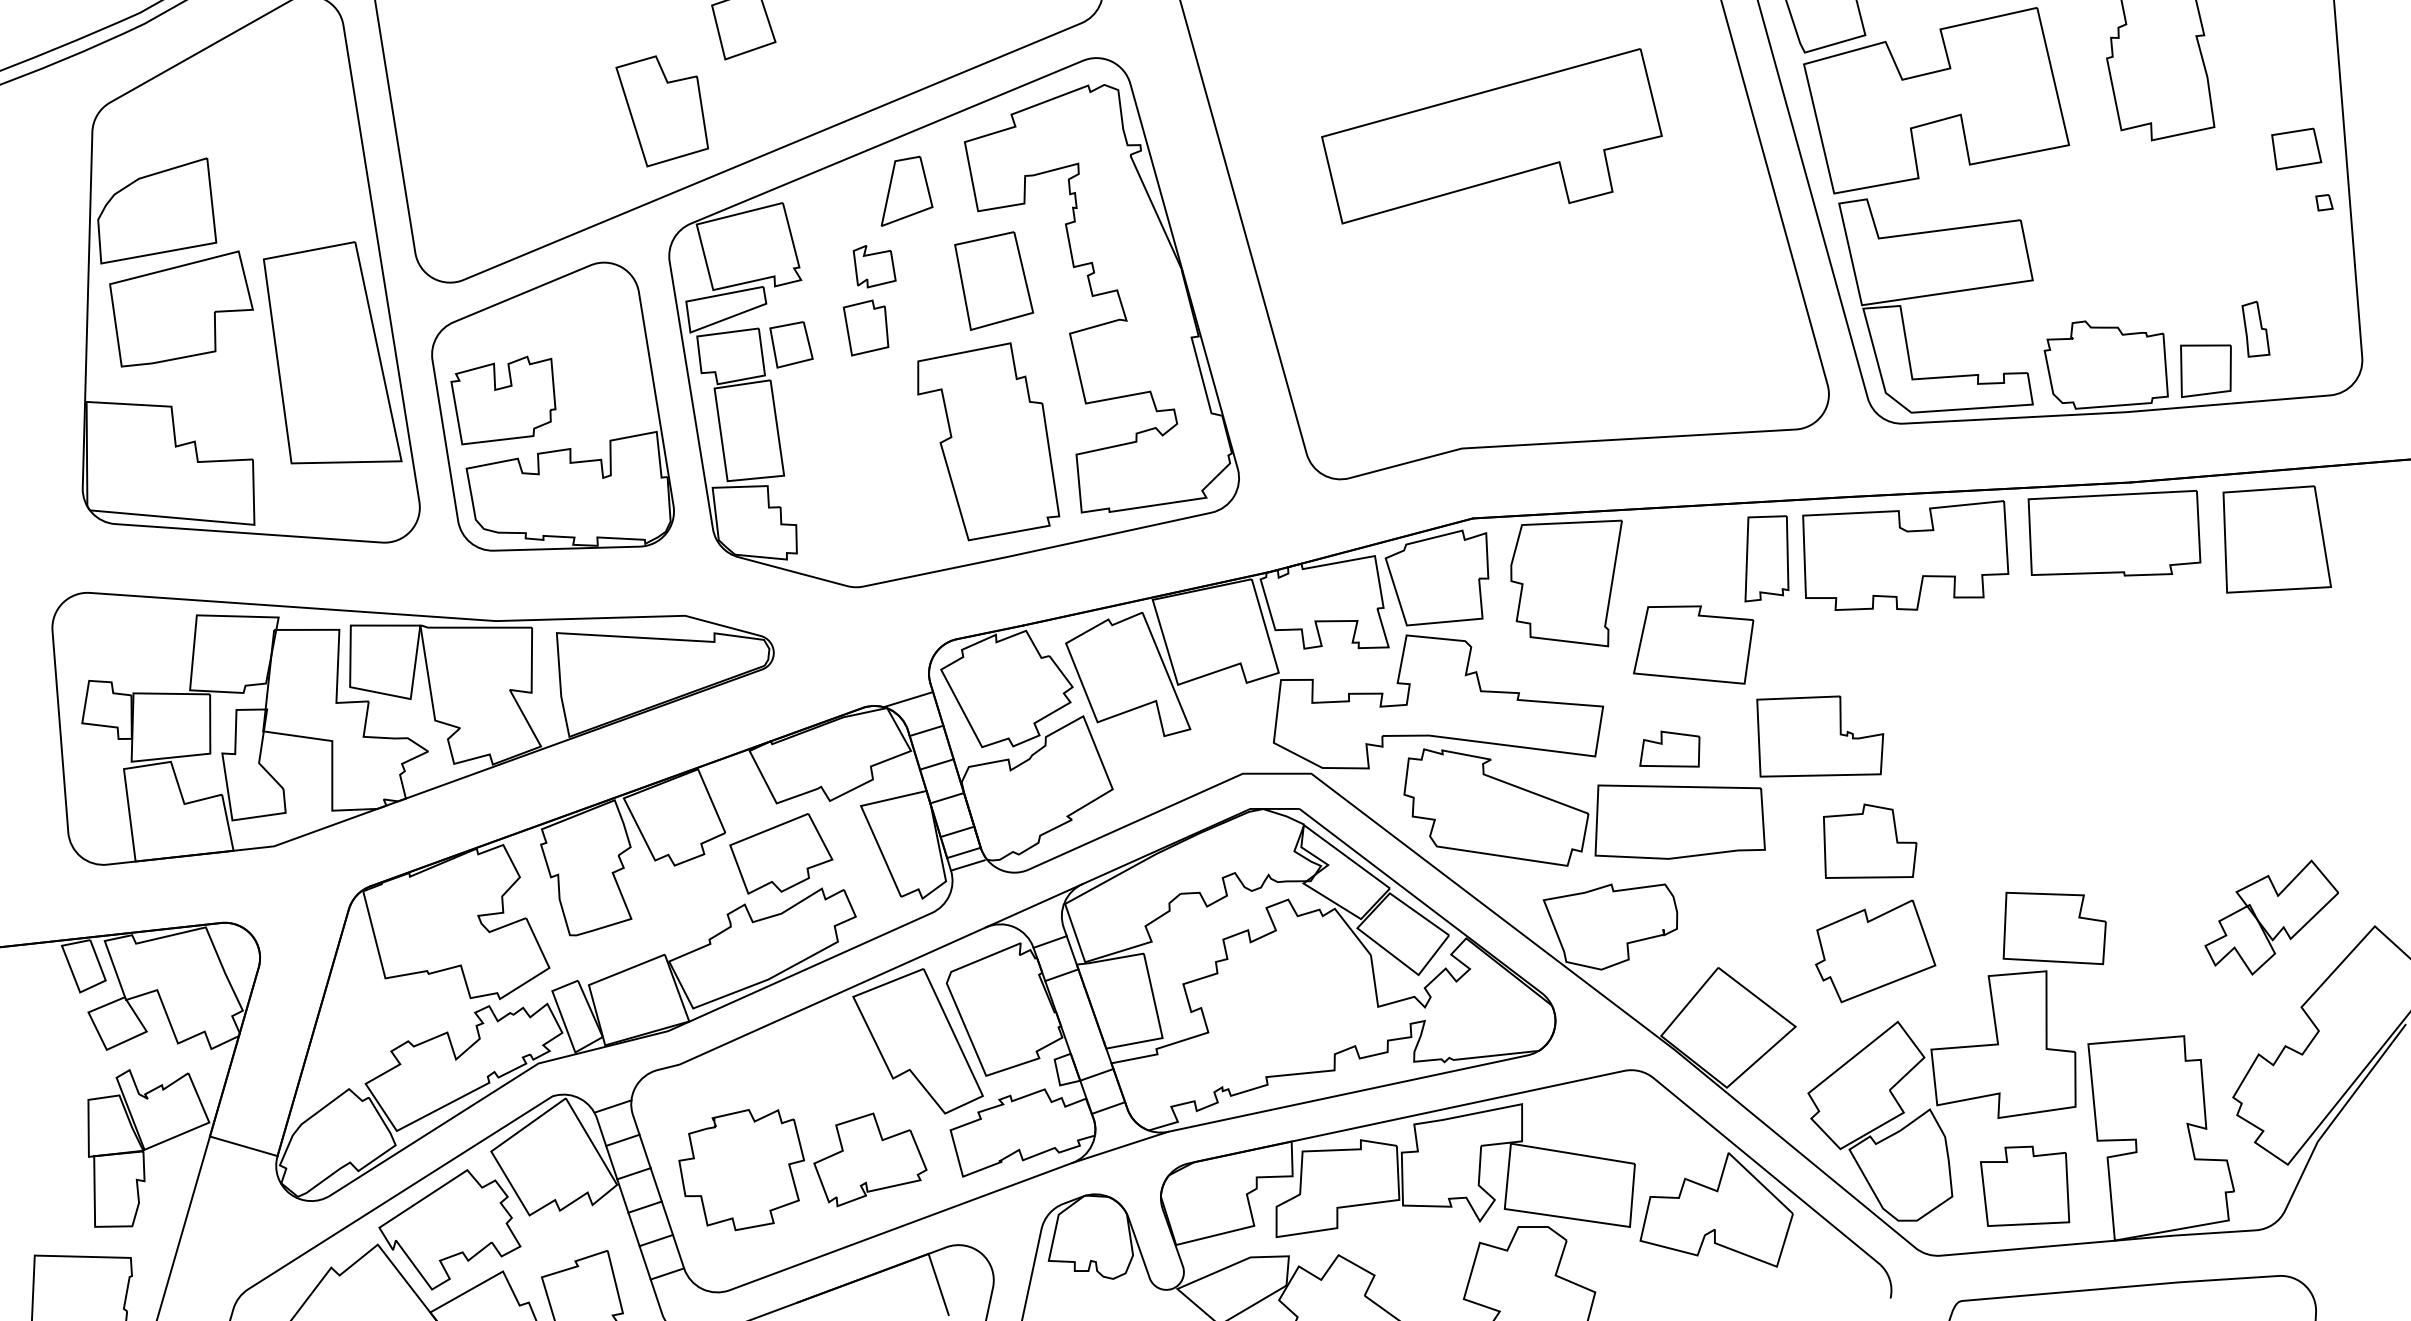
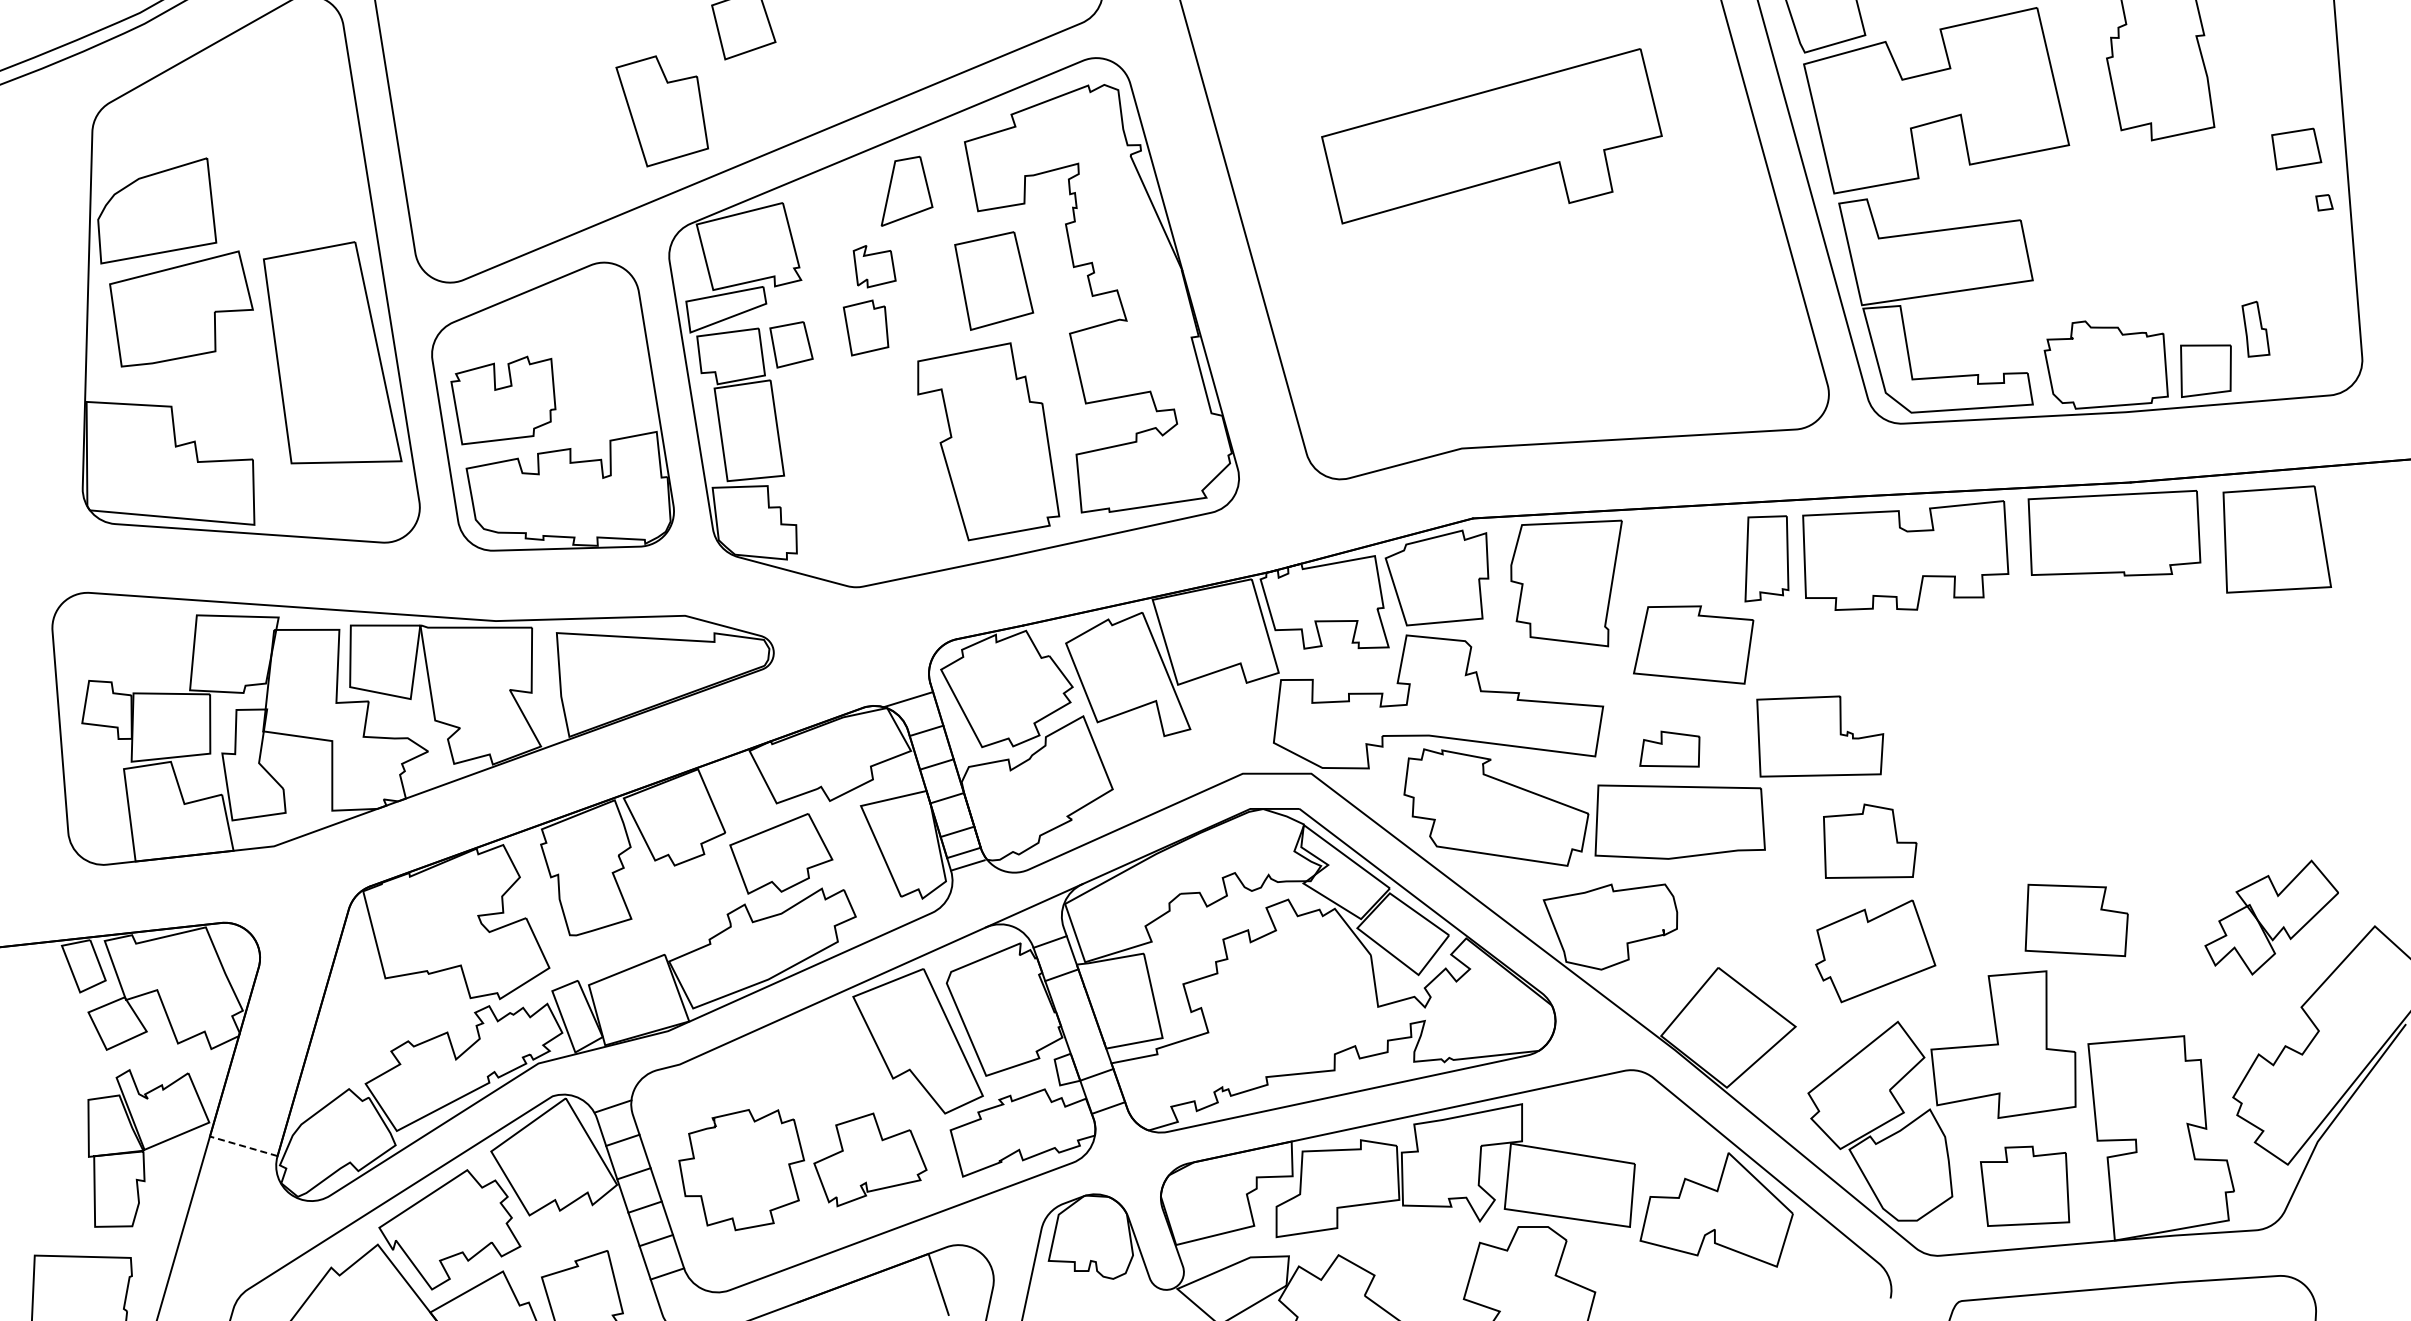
part at (2054, 928) position: (2054, 928) -> (2076, 920)
line at (243, 1146): solid -> dashed
line at (1120, 1146): present -> none
